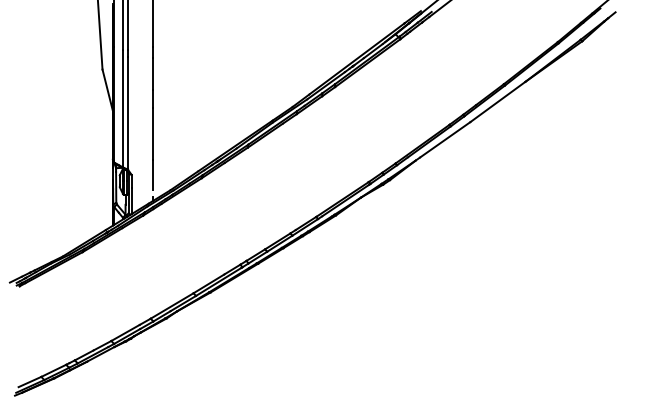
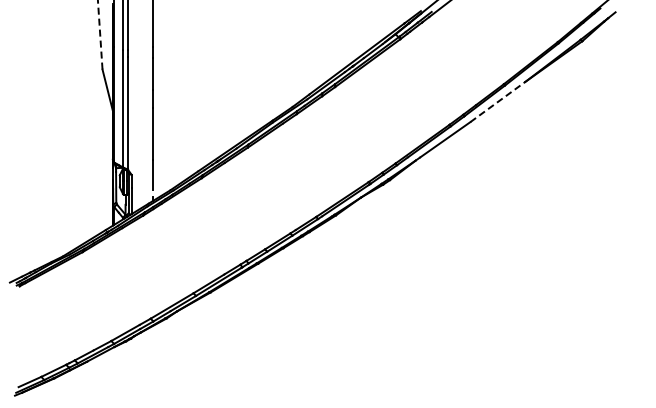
line at (100, 34): solid -> dashed
line at (498, 101): solid -> dashed
